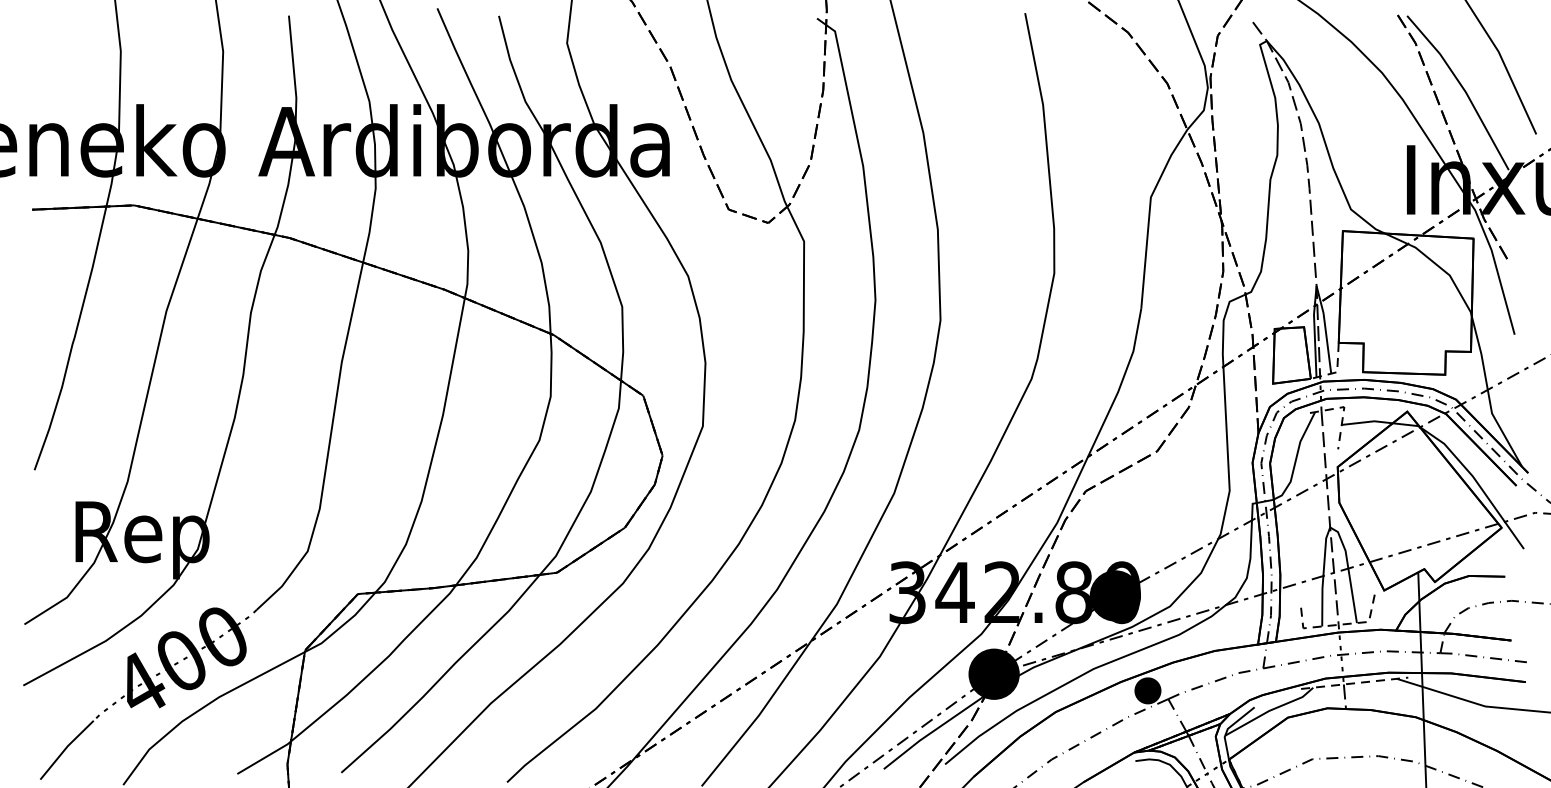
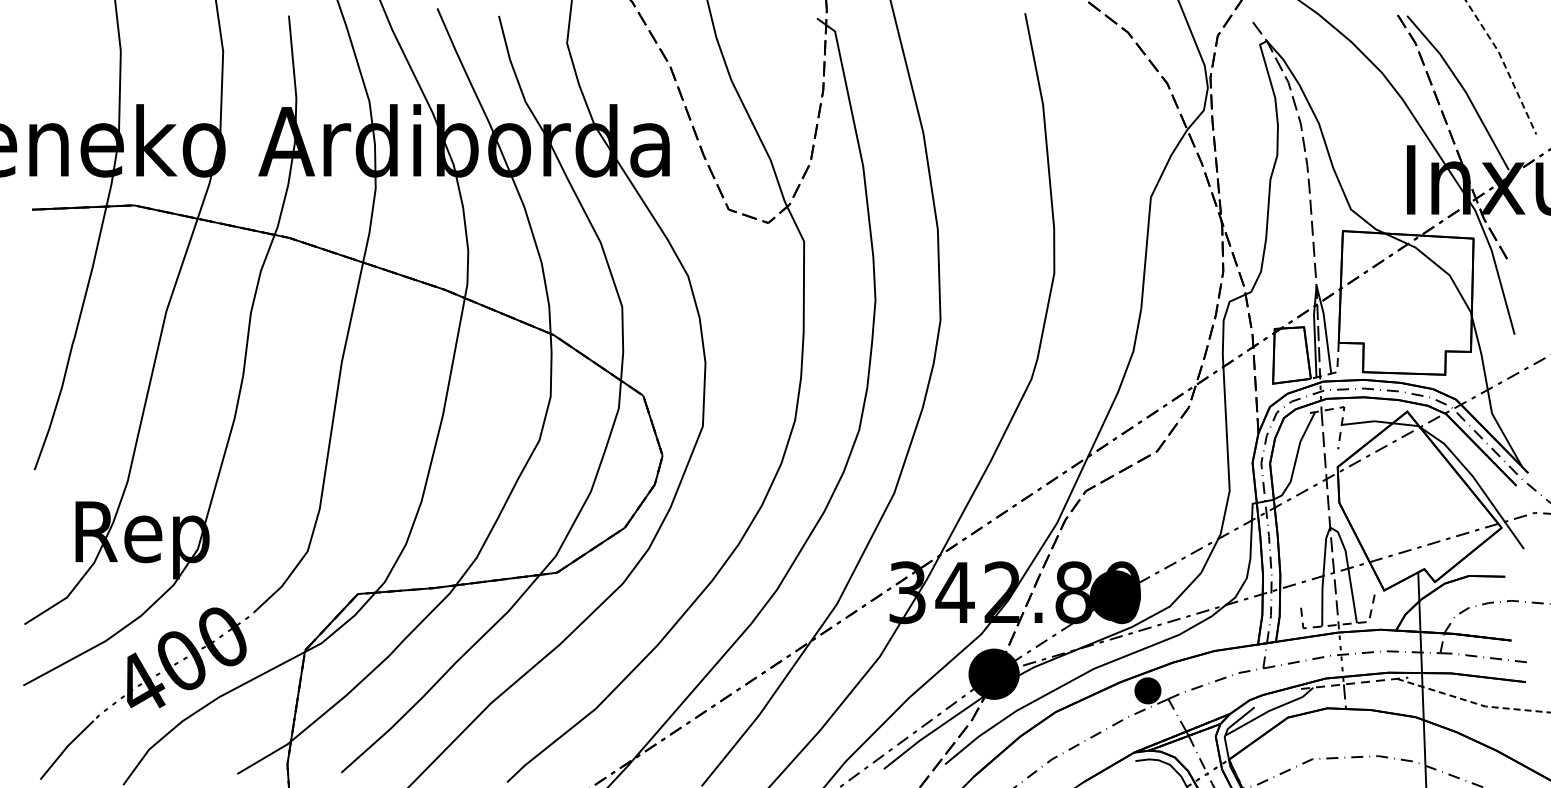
line at (1504, 65): solid -> dashed
line at (1473, 702): solid -> dashed
